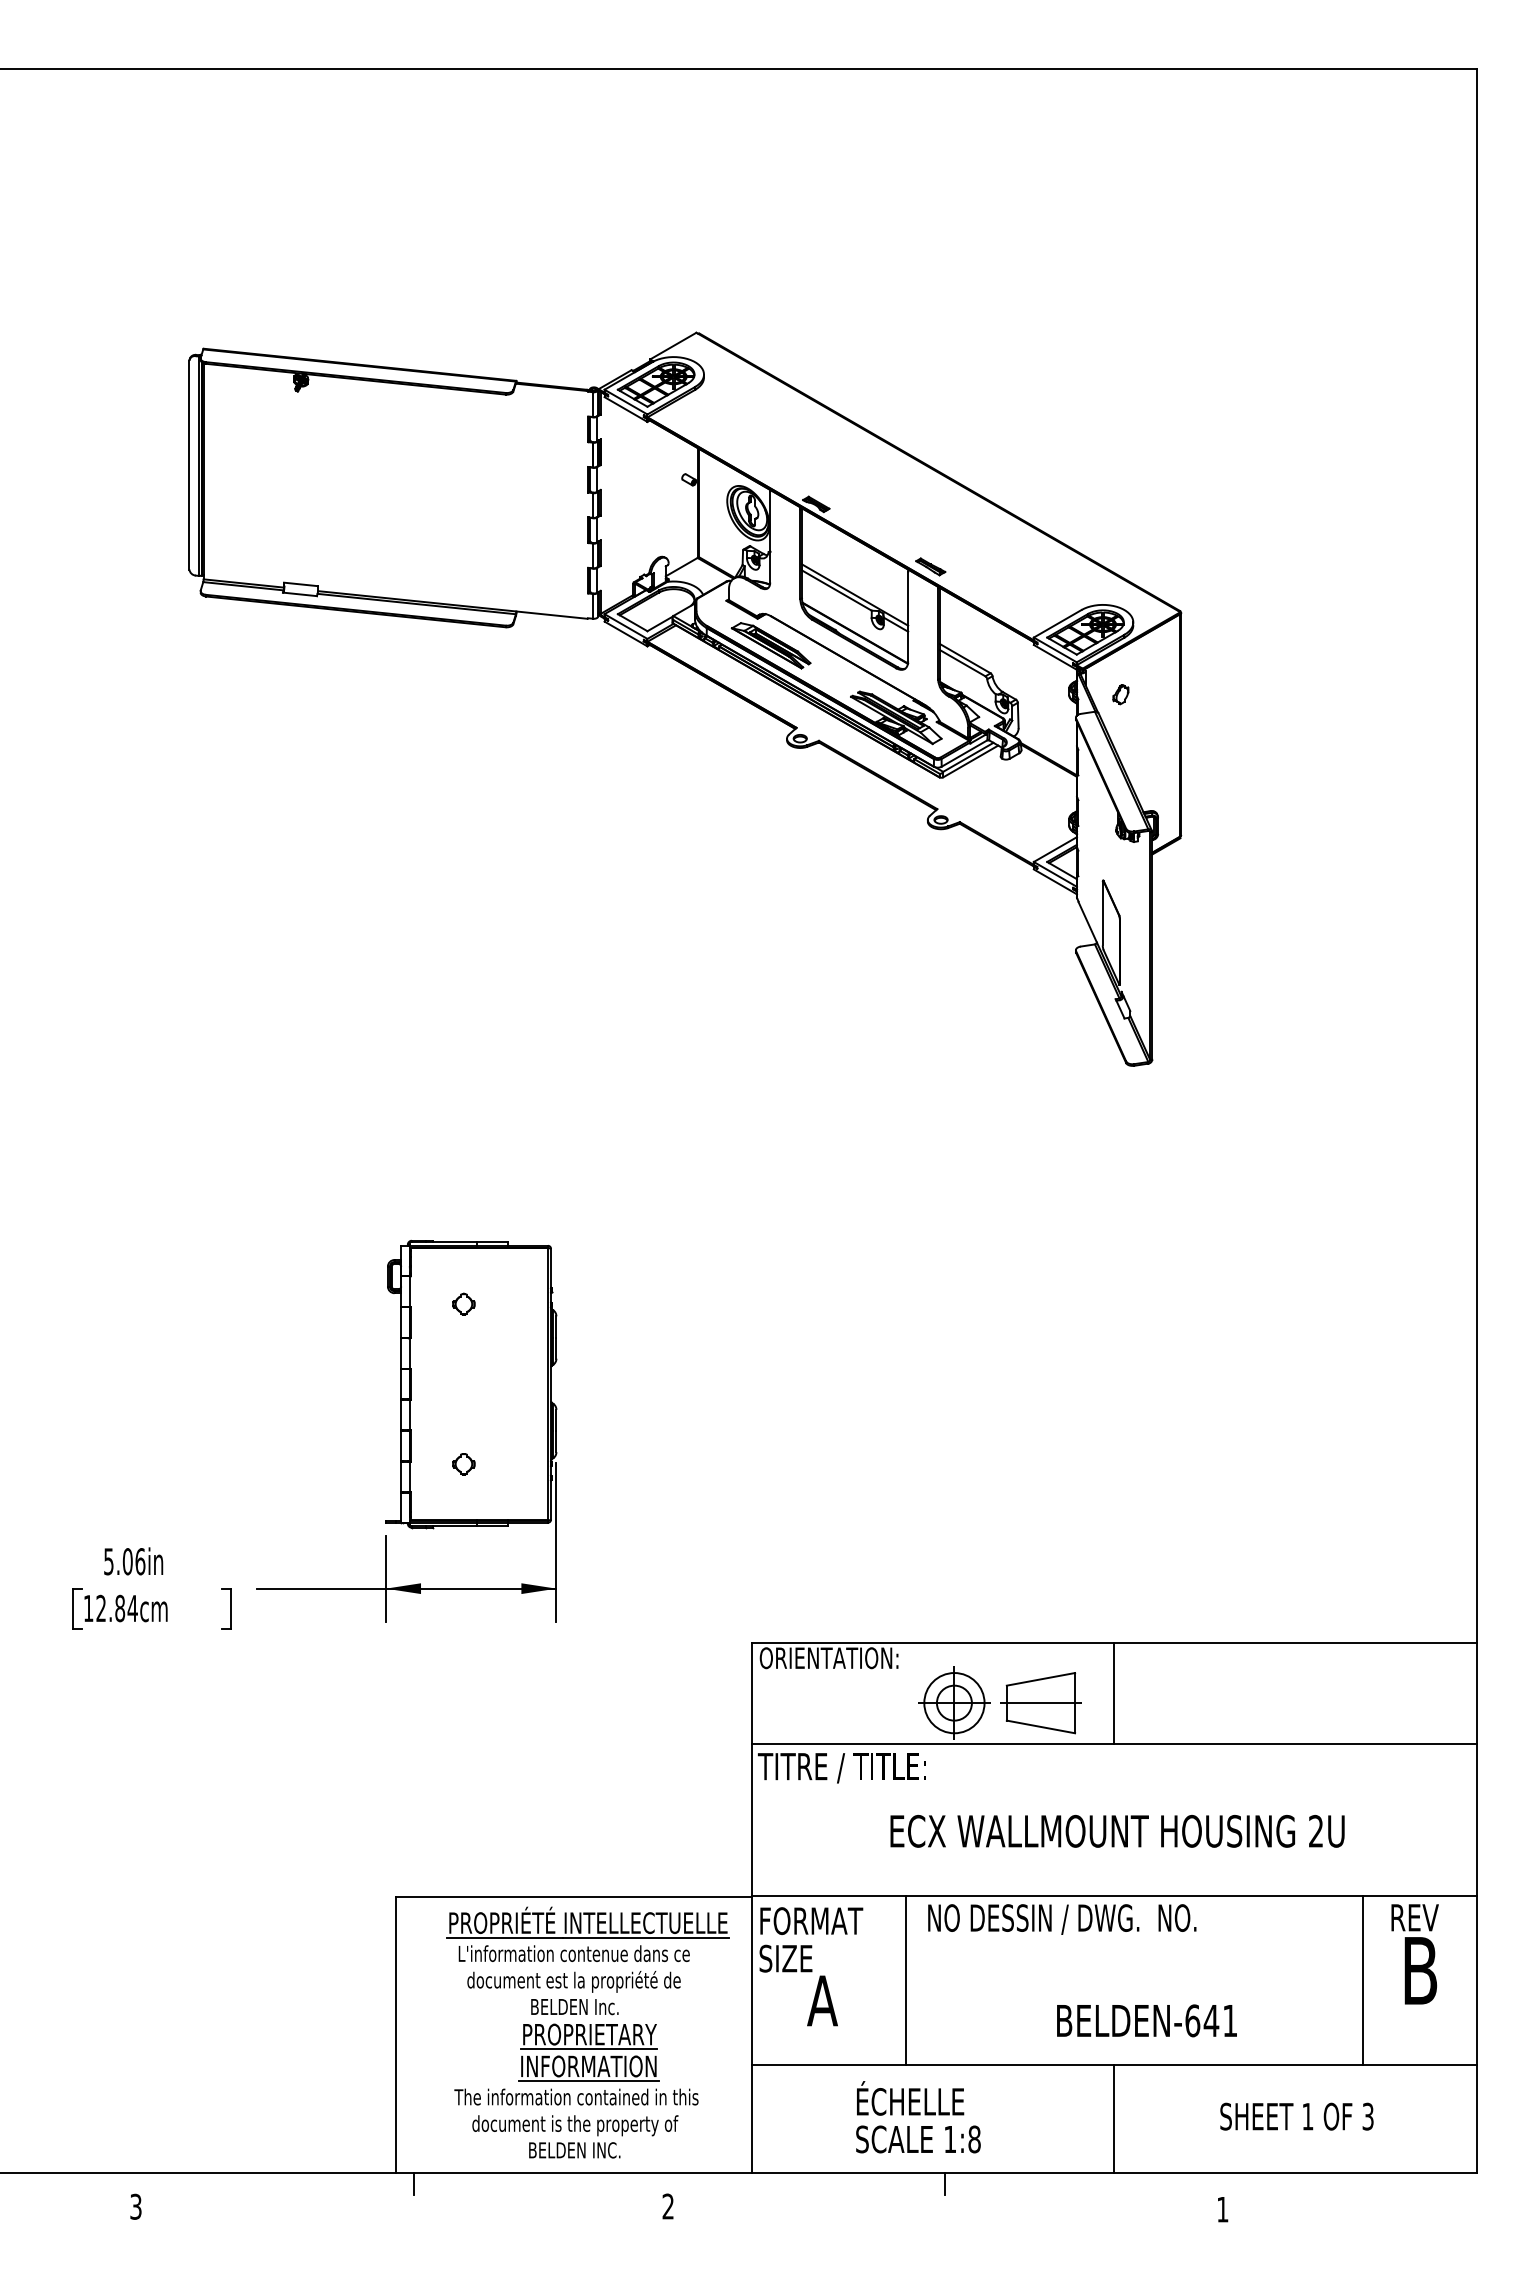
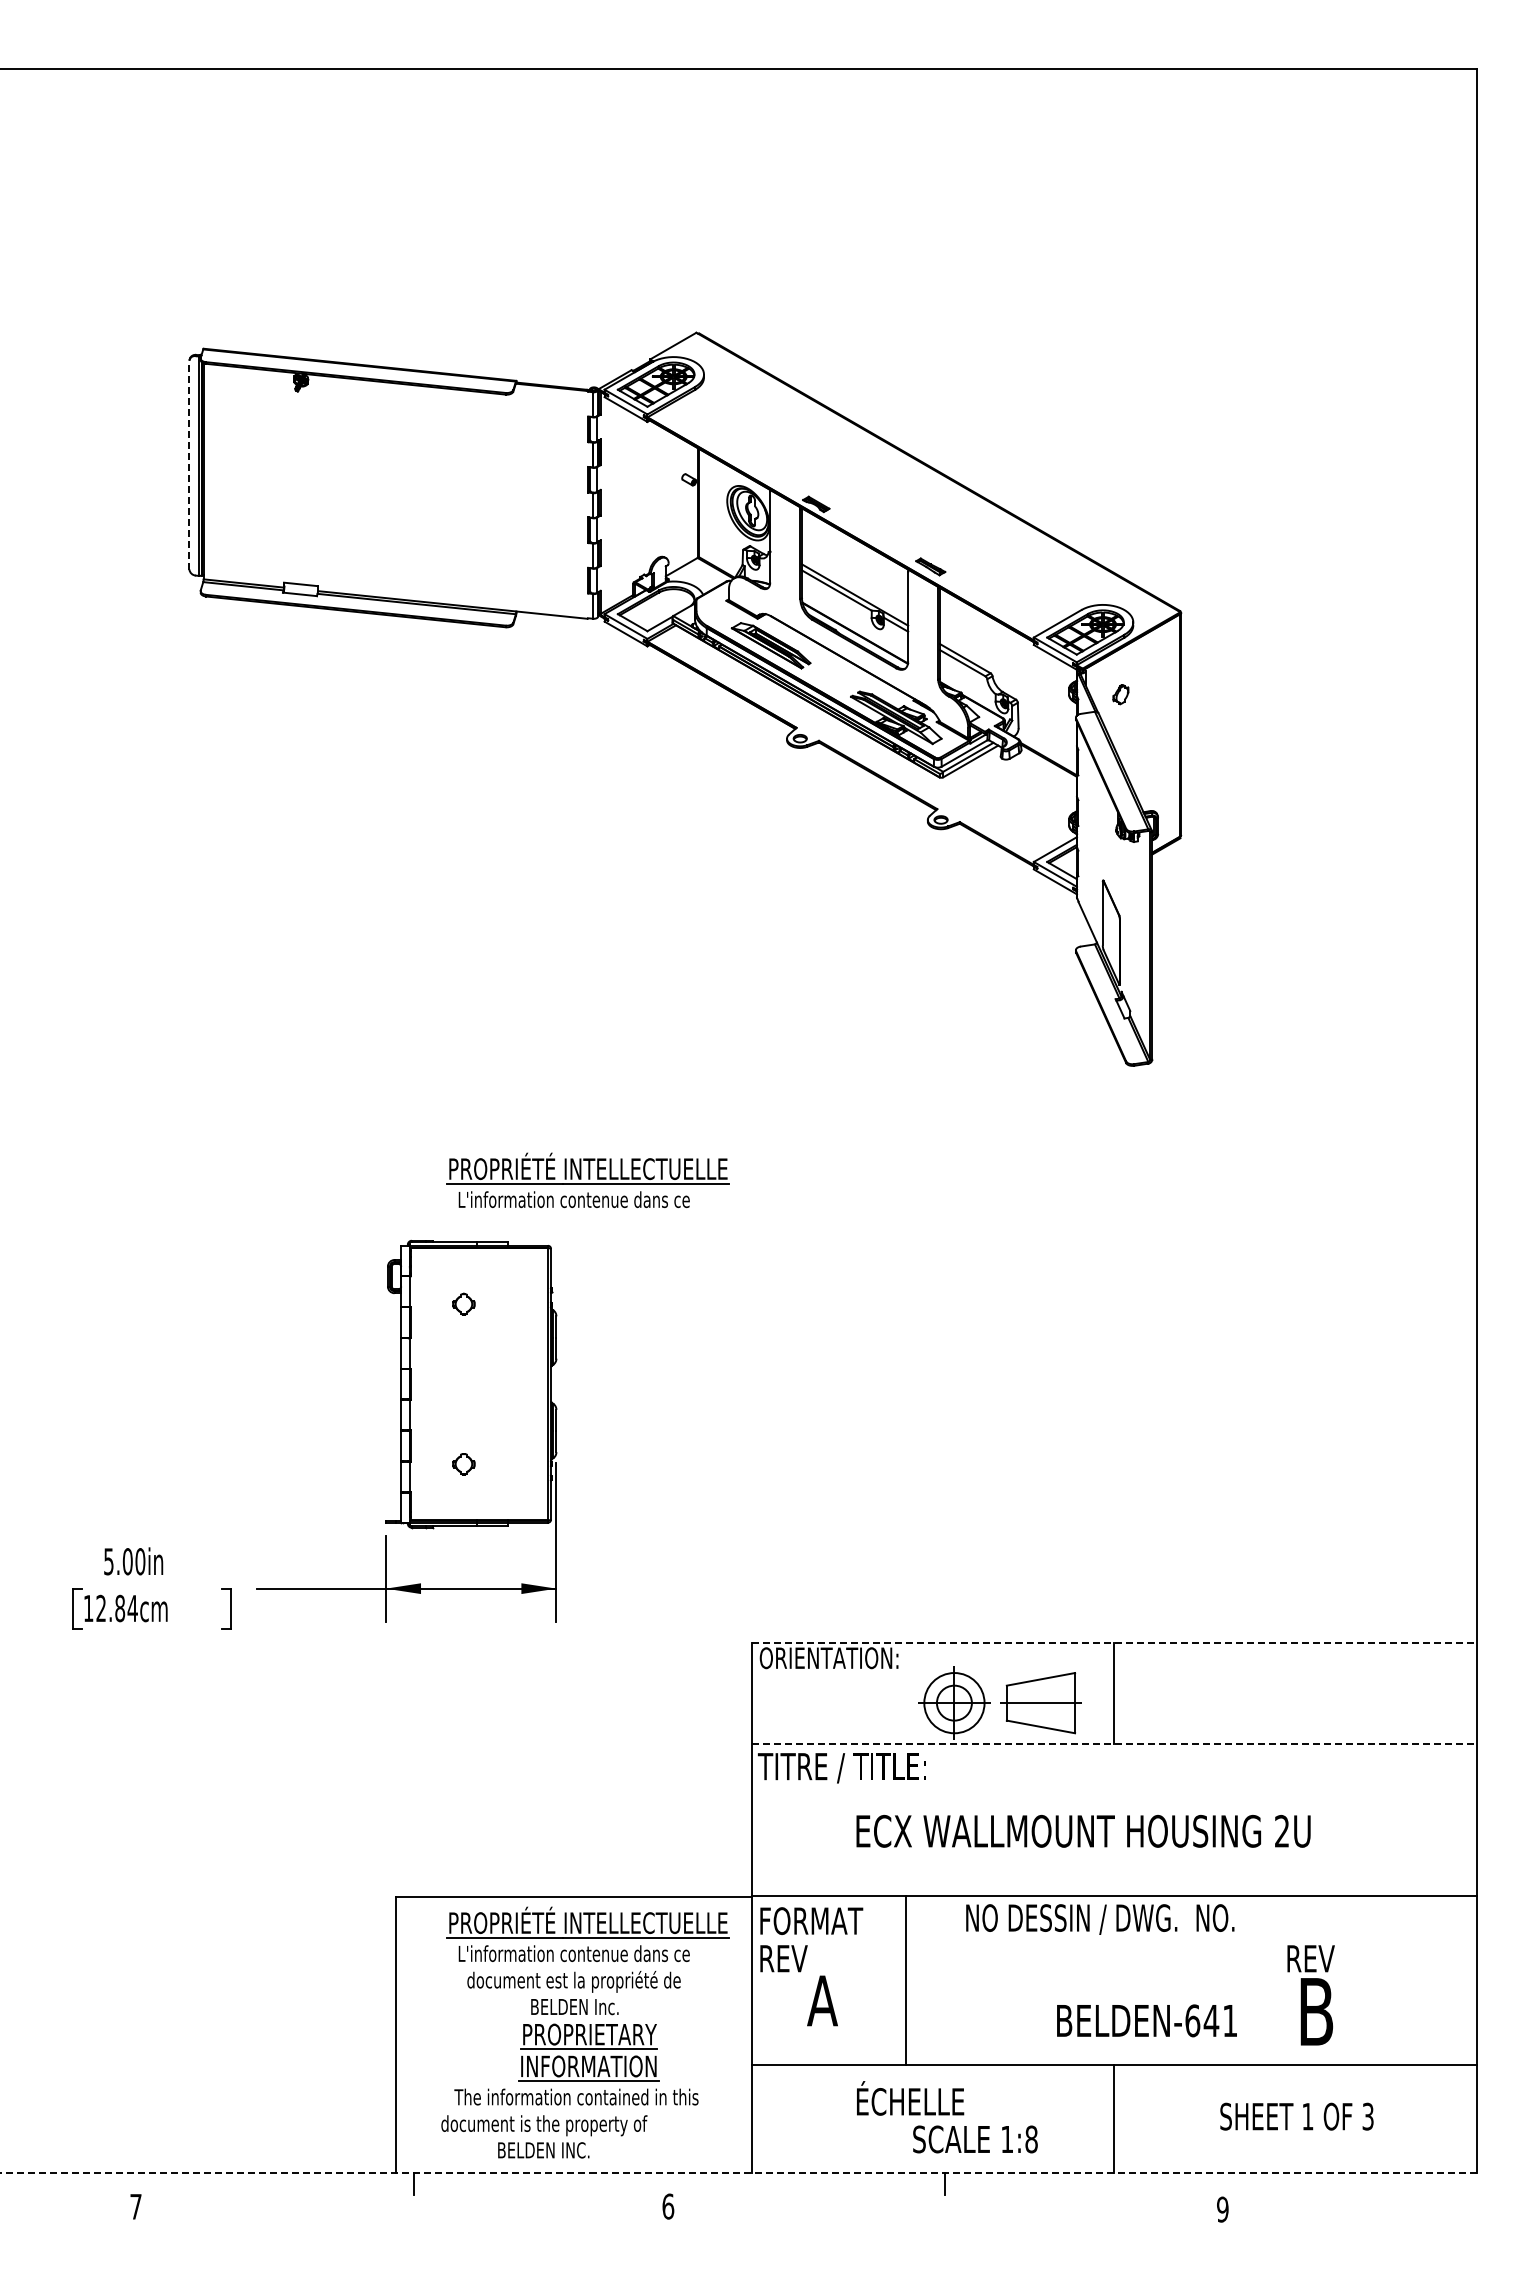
line at (189, 464): solid -> dashed
part at (587, 1180): none -> present
text at (140, 1561): 5.06in -> 5.00in
line at (1114, 1642): solid -> dashed
line at (1114, 1744): solid -> dashed
text at (1117, 1830) position: (1117, 1830) -> (1083, 1830)
text at (1062, 1919) position: (1062, 1919) -> (1100, 1919)
text at (1414, 1954) position: (1414, 1954) -> (1310, 1995)
text at (785, 1958): SIZE -> REV
line at (1363, 1980): present -> none
text at (575, 2136) position: (575, 2136) -> (544, 2136)
text at (918, 2139) position: (918, 2139) -> (975, 2139)
line at (738, 2172): solid -> dashed
text at (135, 2206): 3 -> 7
text at (668, 2206): 2 -> 6
text at (1222, 2209): 1 -> 9
